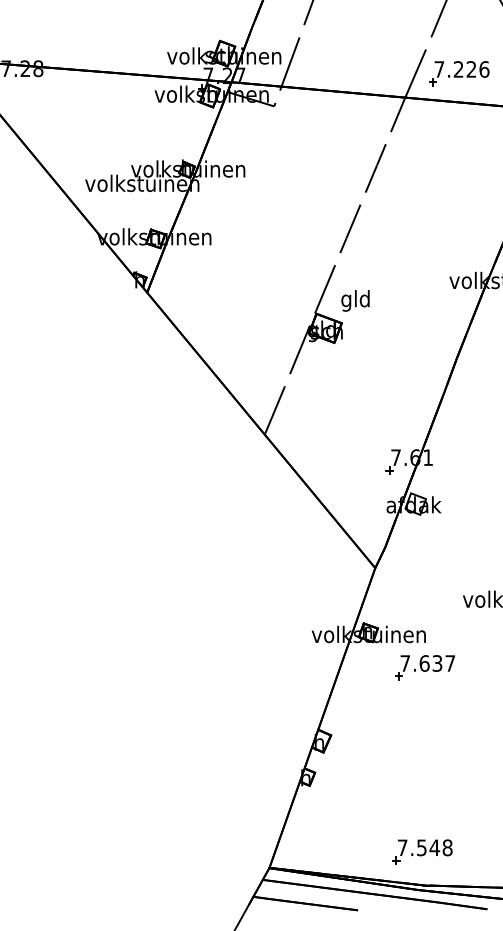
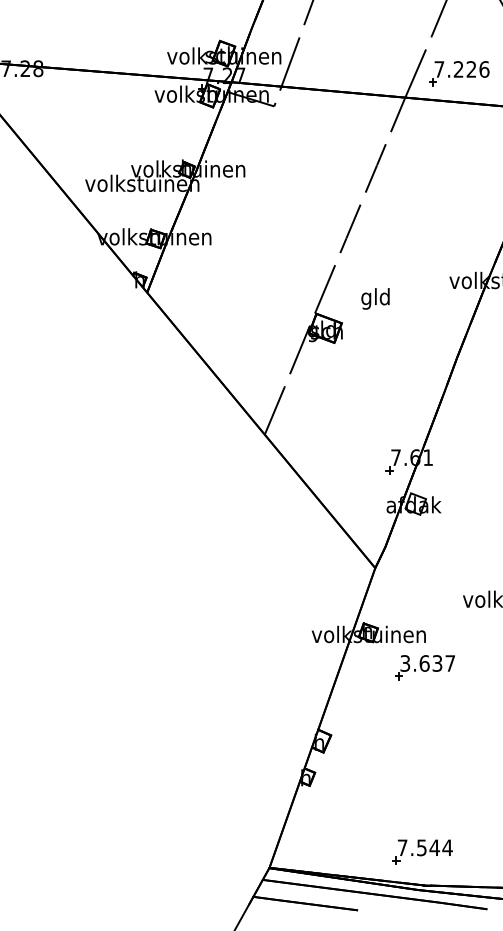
text at (355, 300) position: (355, 300) -> (375, 298)
text at (405, 663): 7.637 -> 3.637
text at (447, 847): 7.548 -> 7.544
